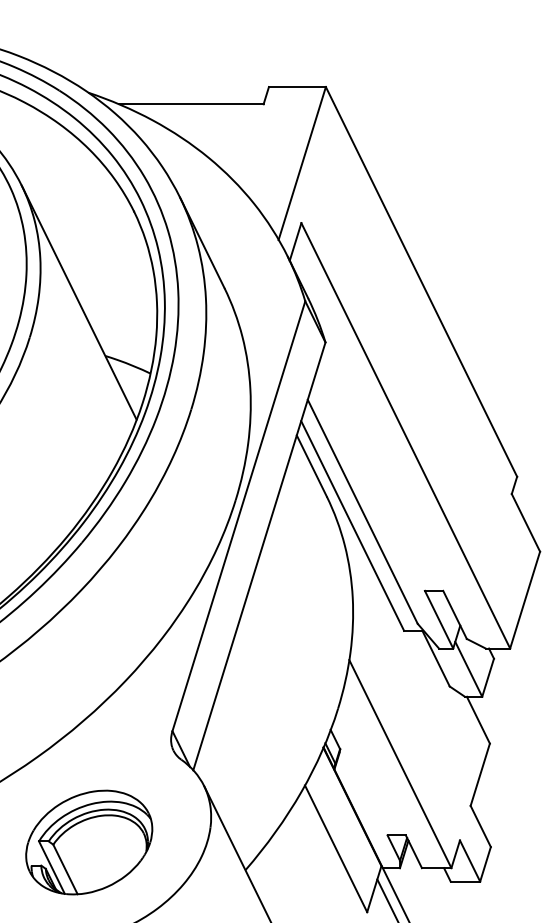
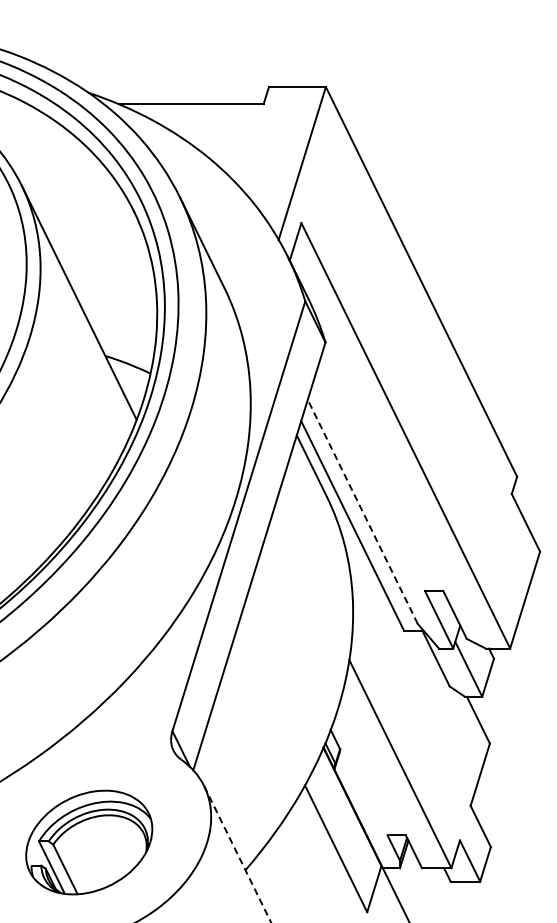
line at (362, 511): solid -> dashed
line at (237, 854): solid -> dashed
line at (387, 899): present -> none
